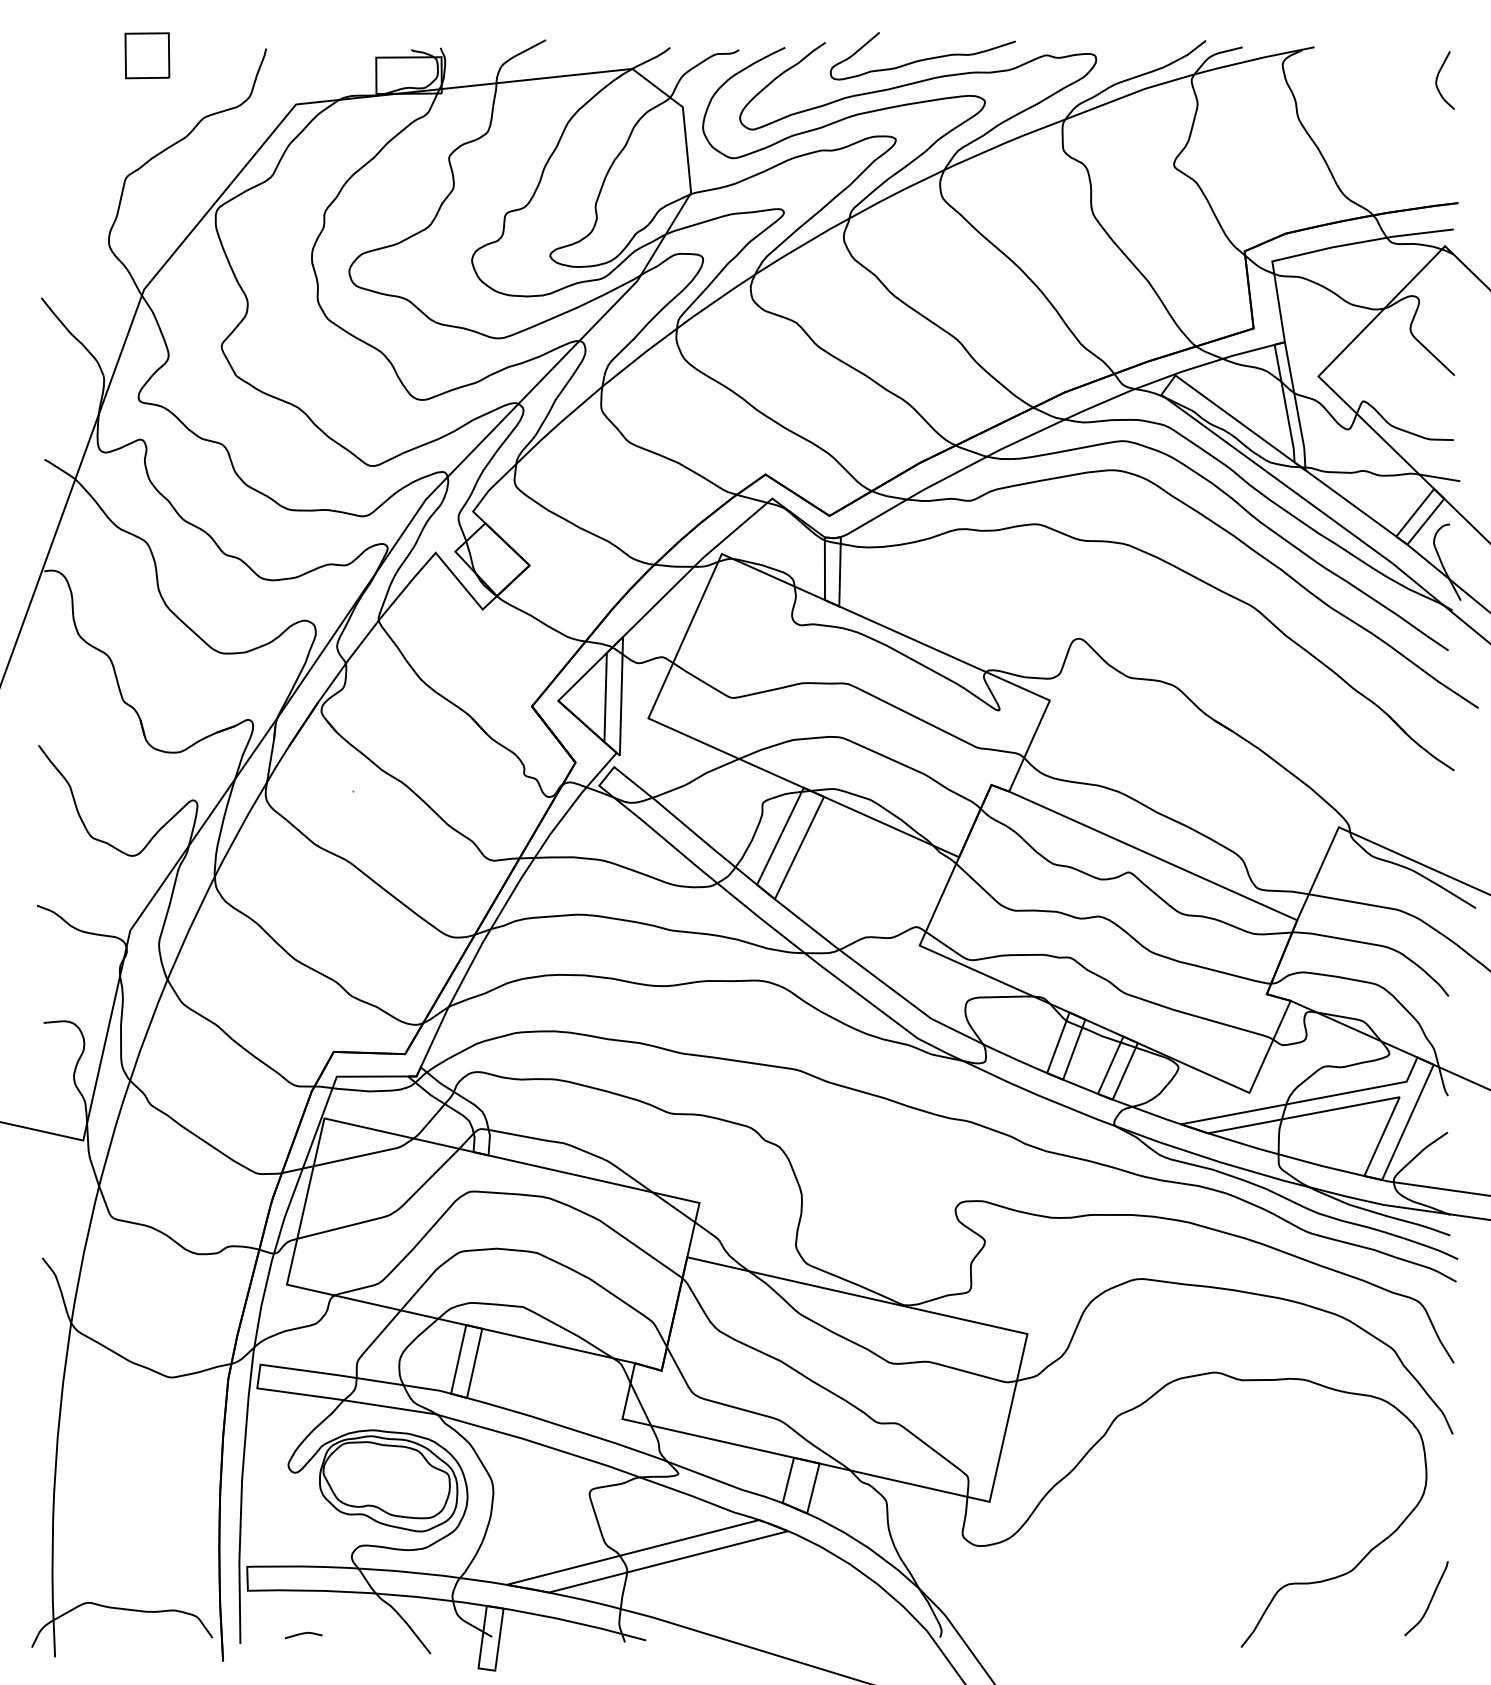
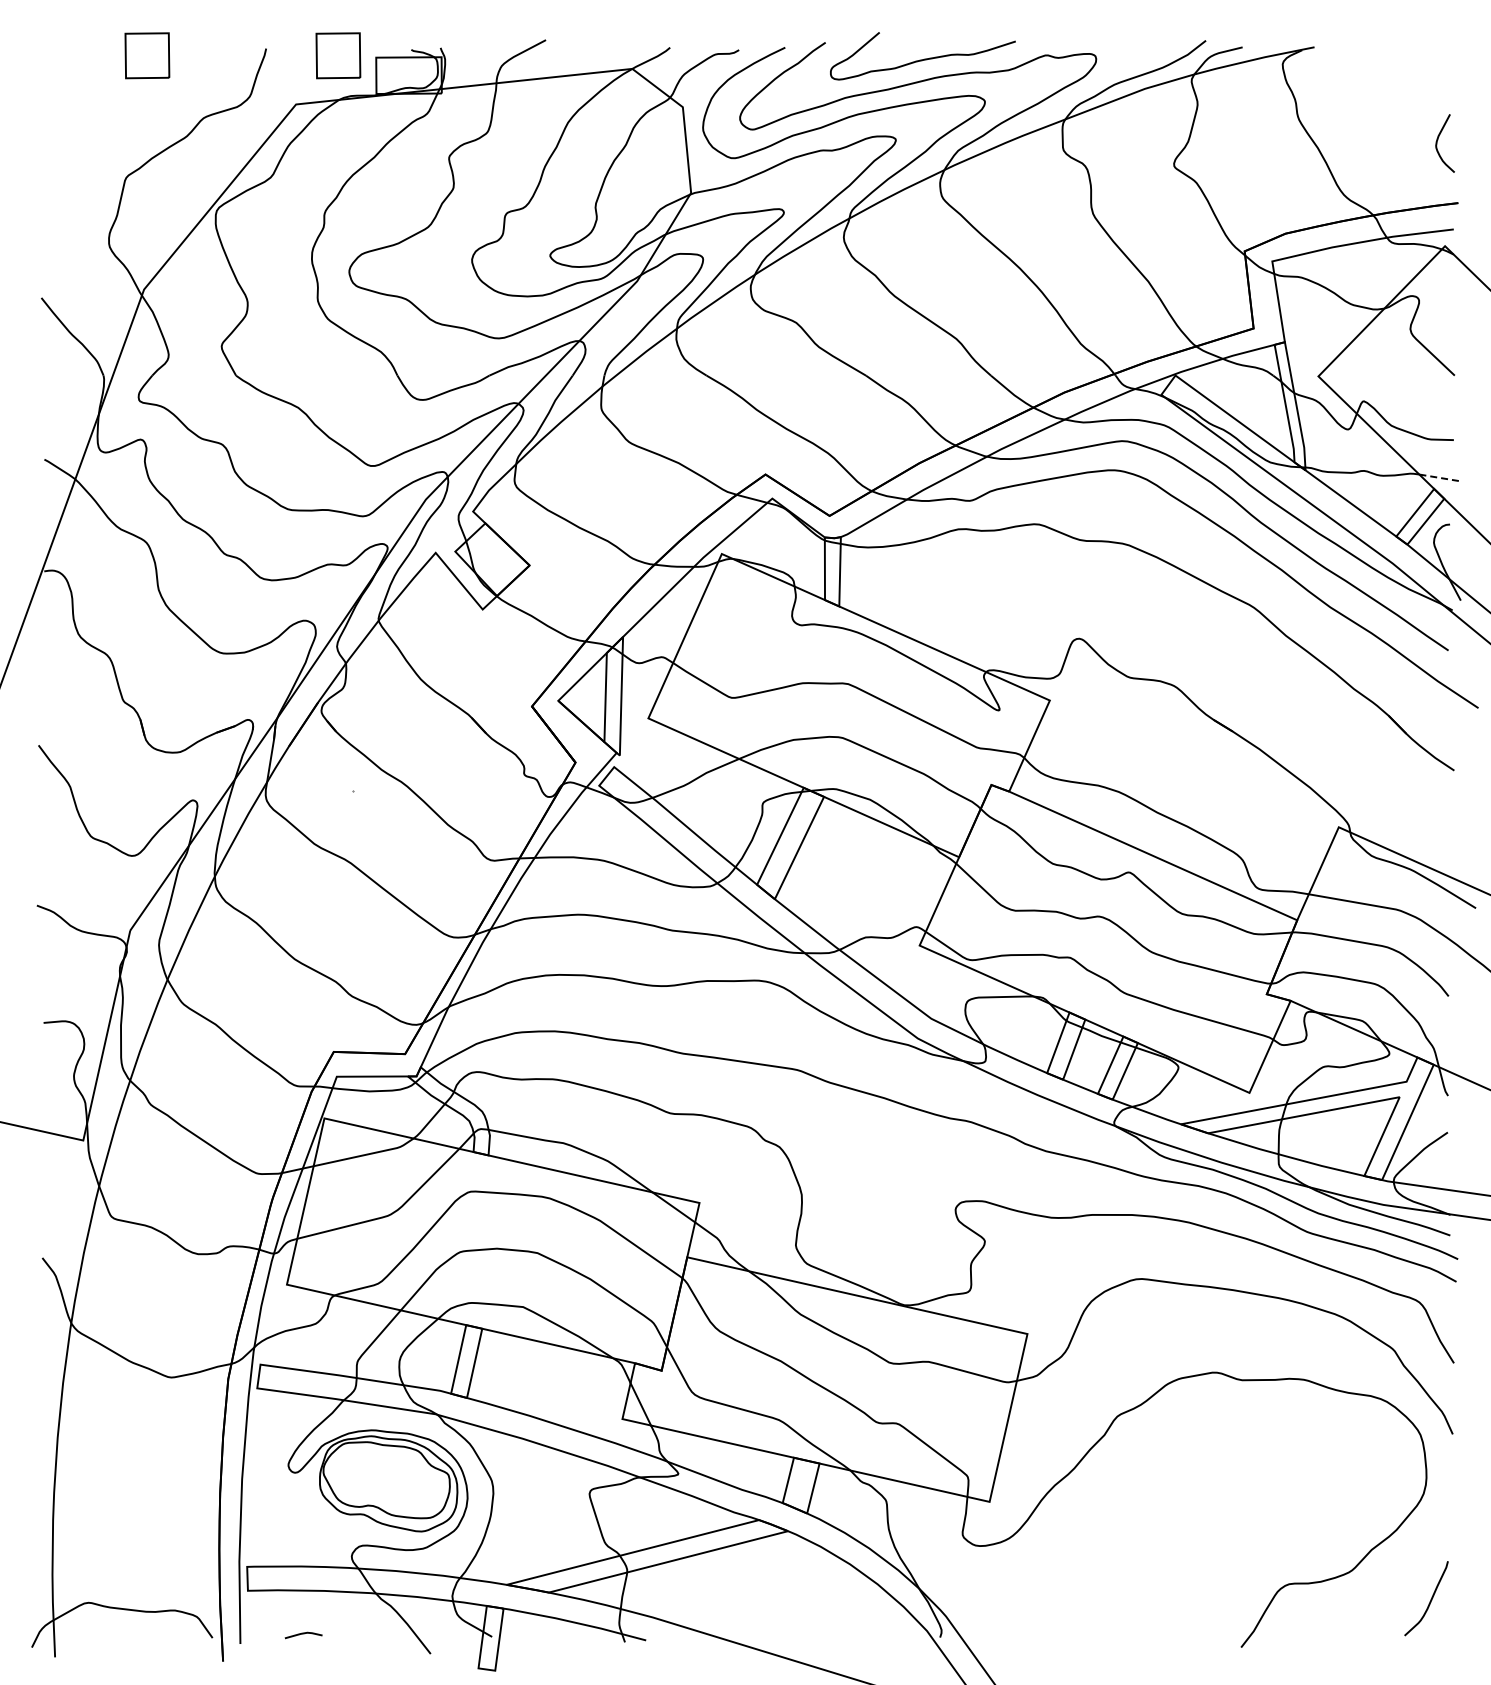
part at (338, 55): none -> present
curve at (1438, 77) position: (1438, 77) -> (1438, 140)
line at (1439, 477): solid -> dashed
